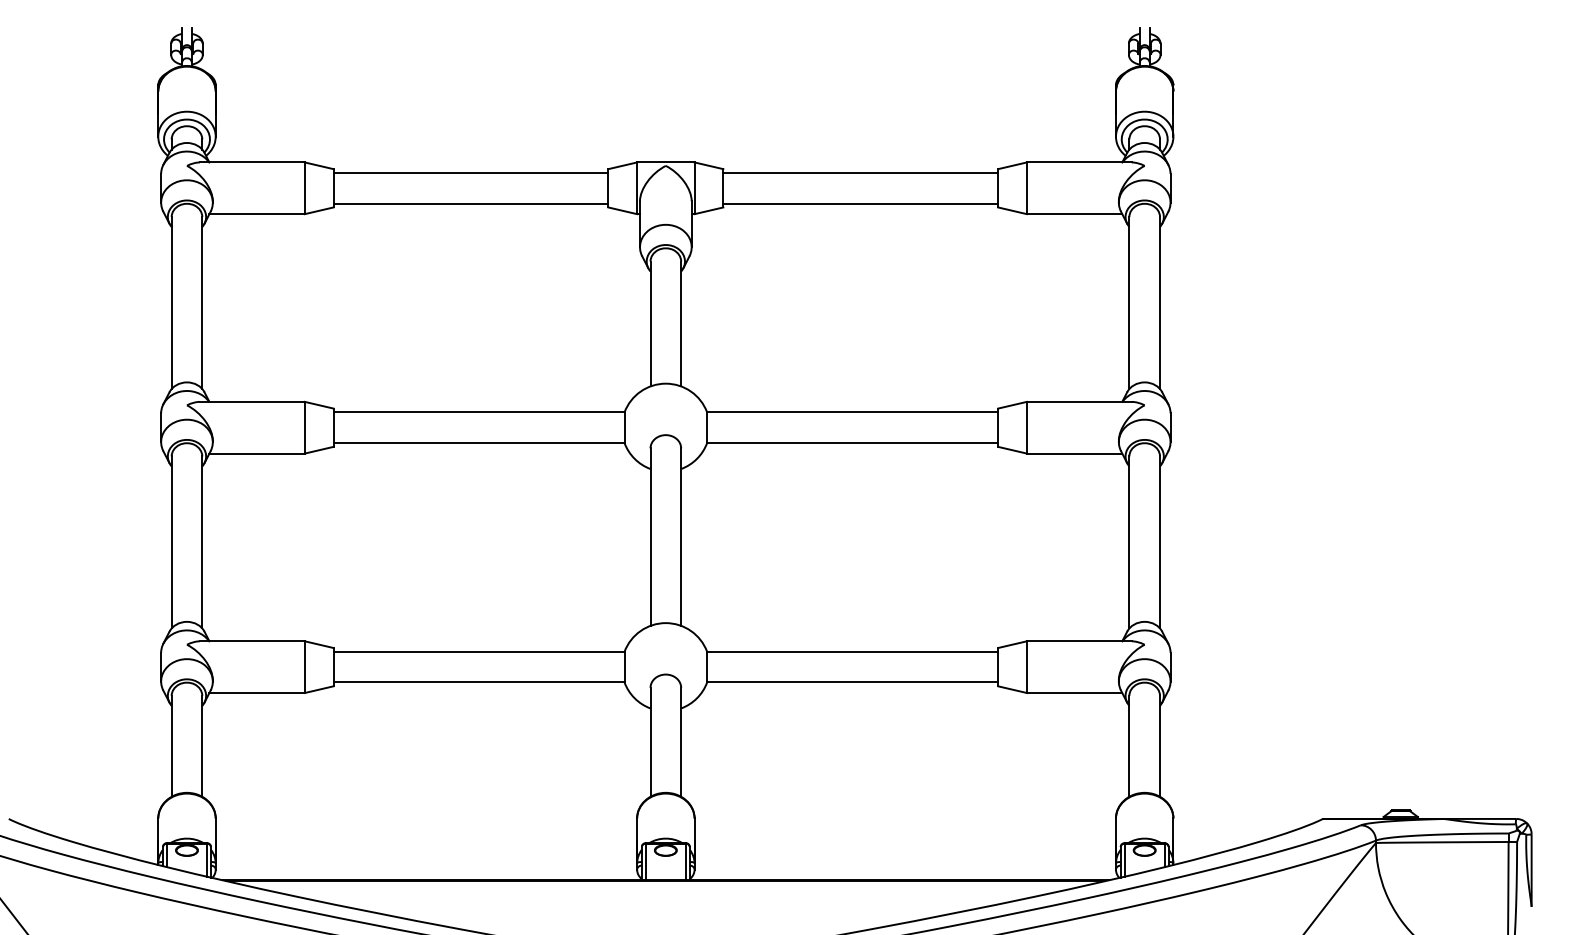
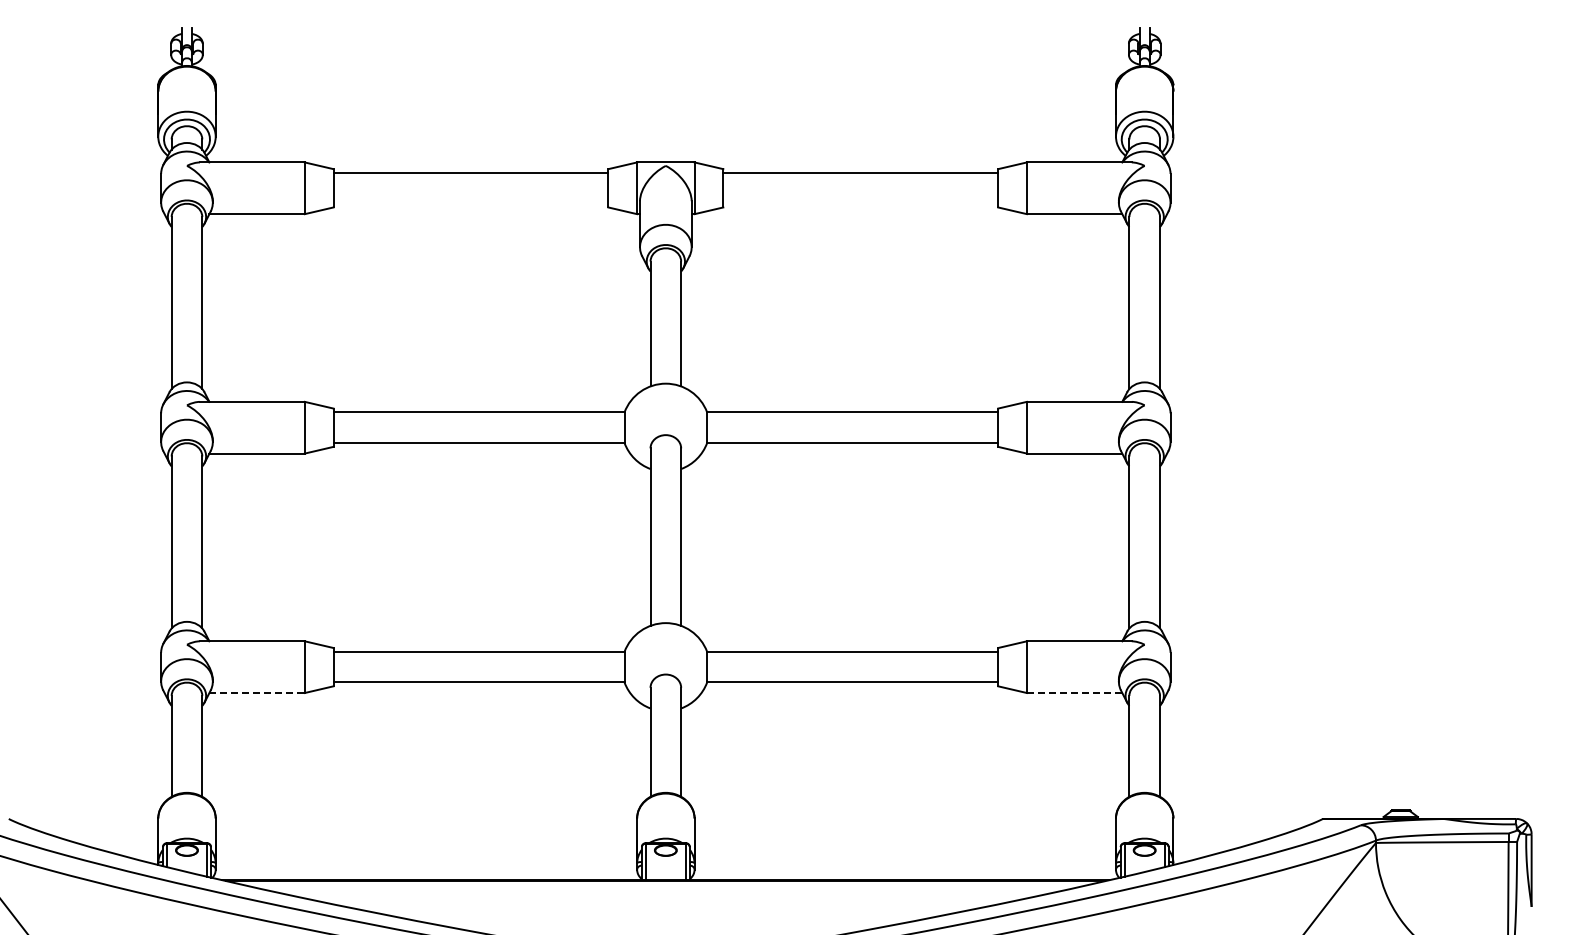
line at (470, 203): present -> none
line at (860, 203): present -> none
line at (257, 693): solid -> dashed
line at (1074, 693): solid -> dashed
